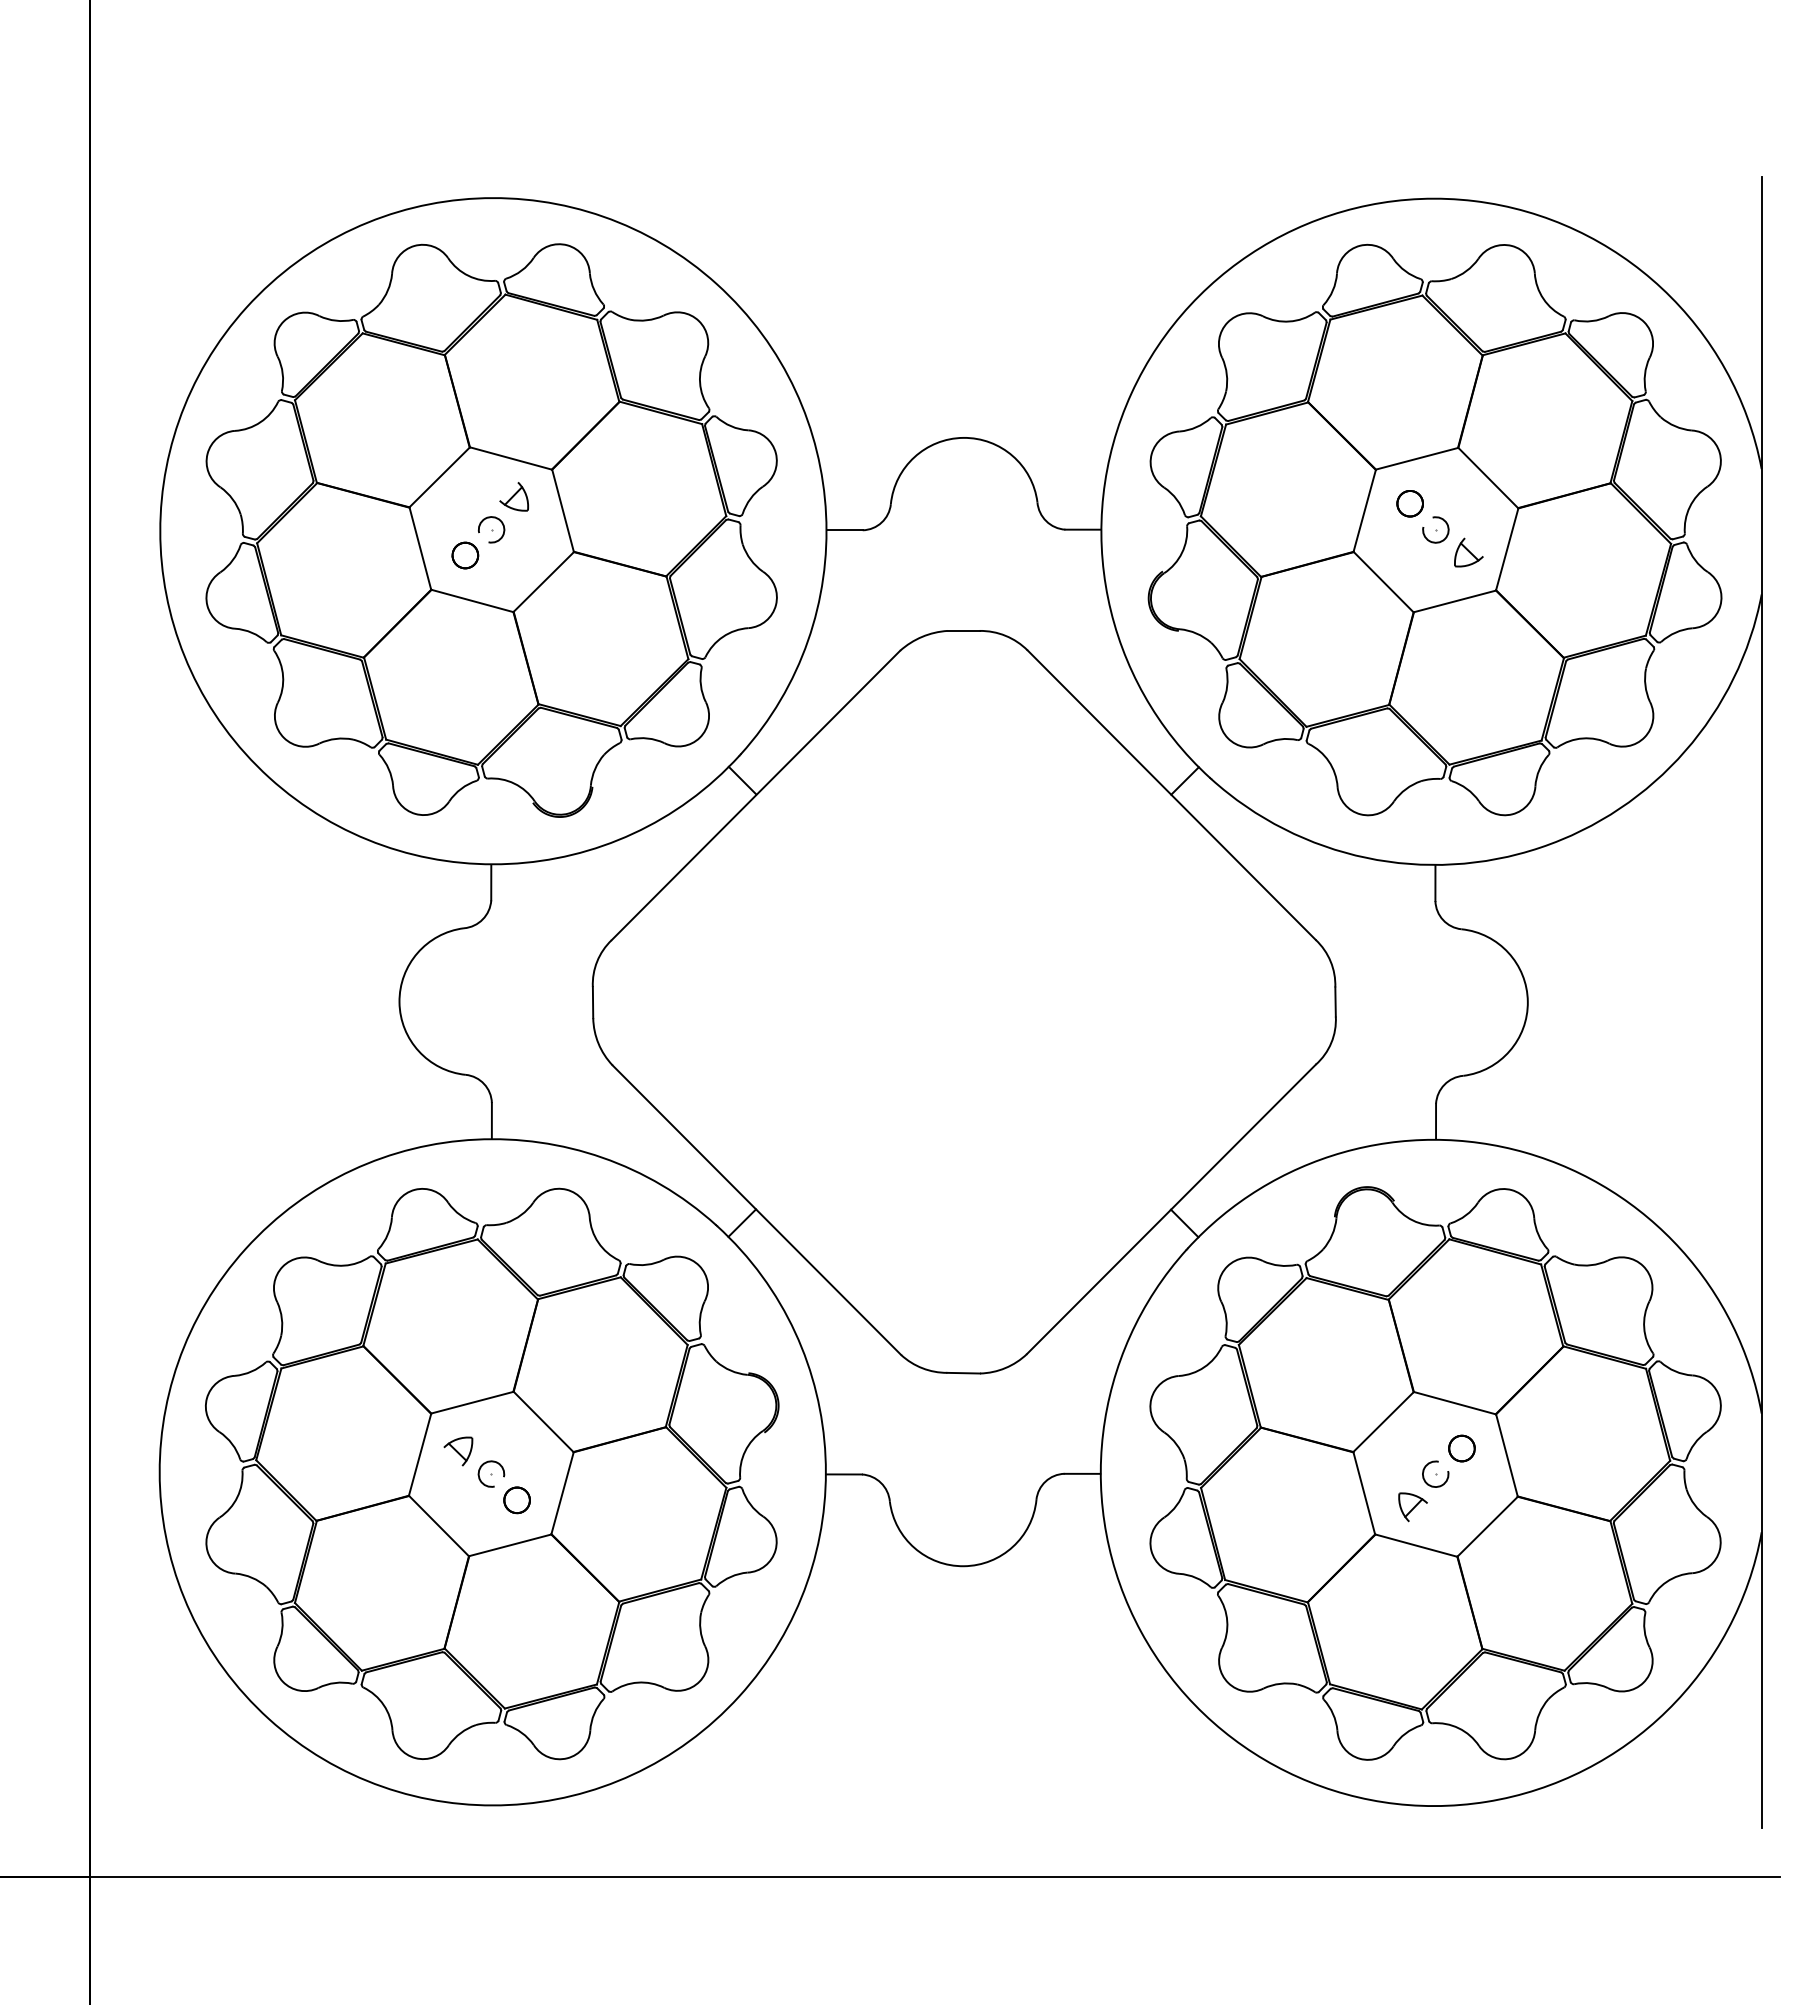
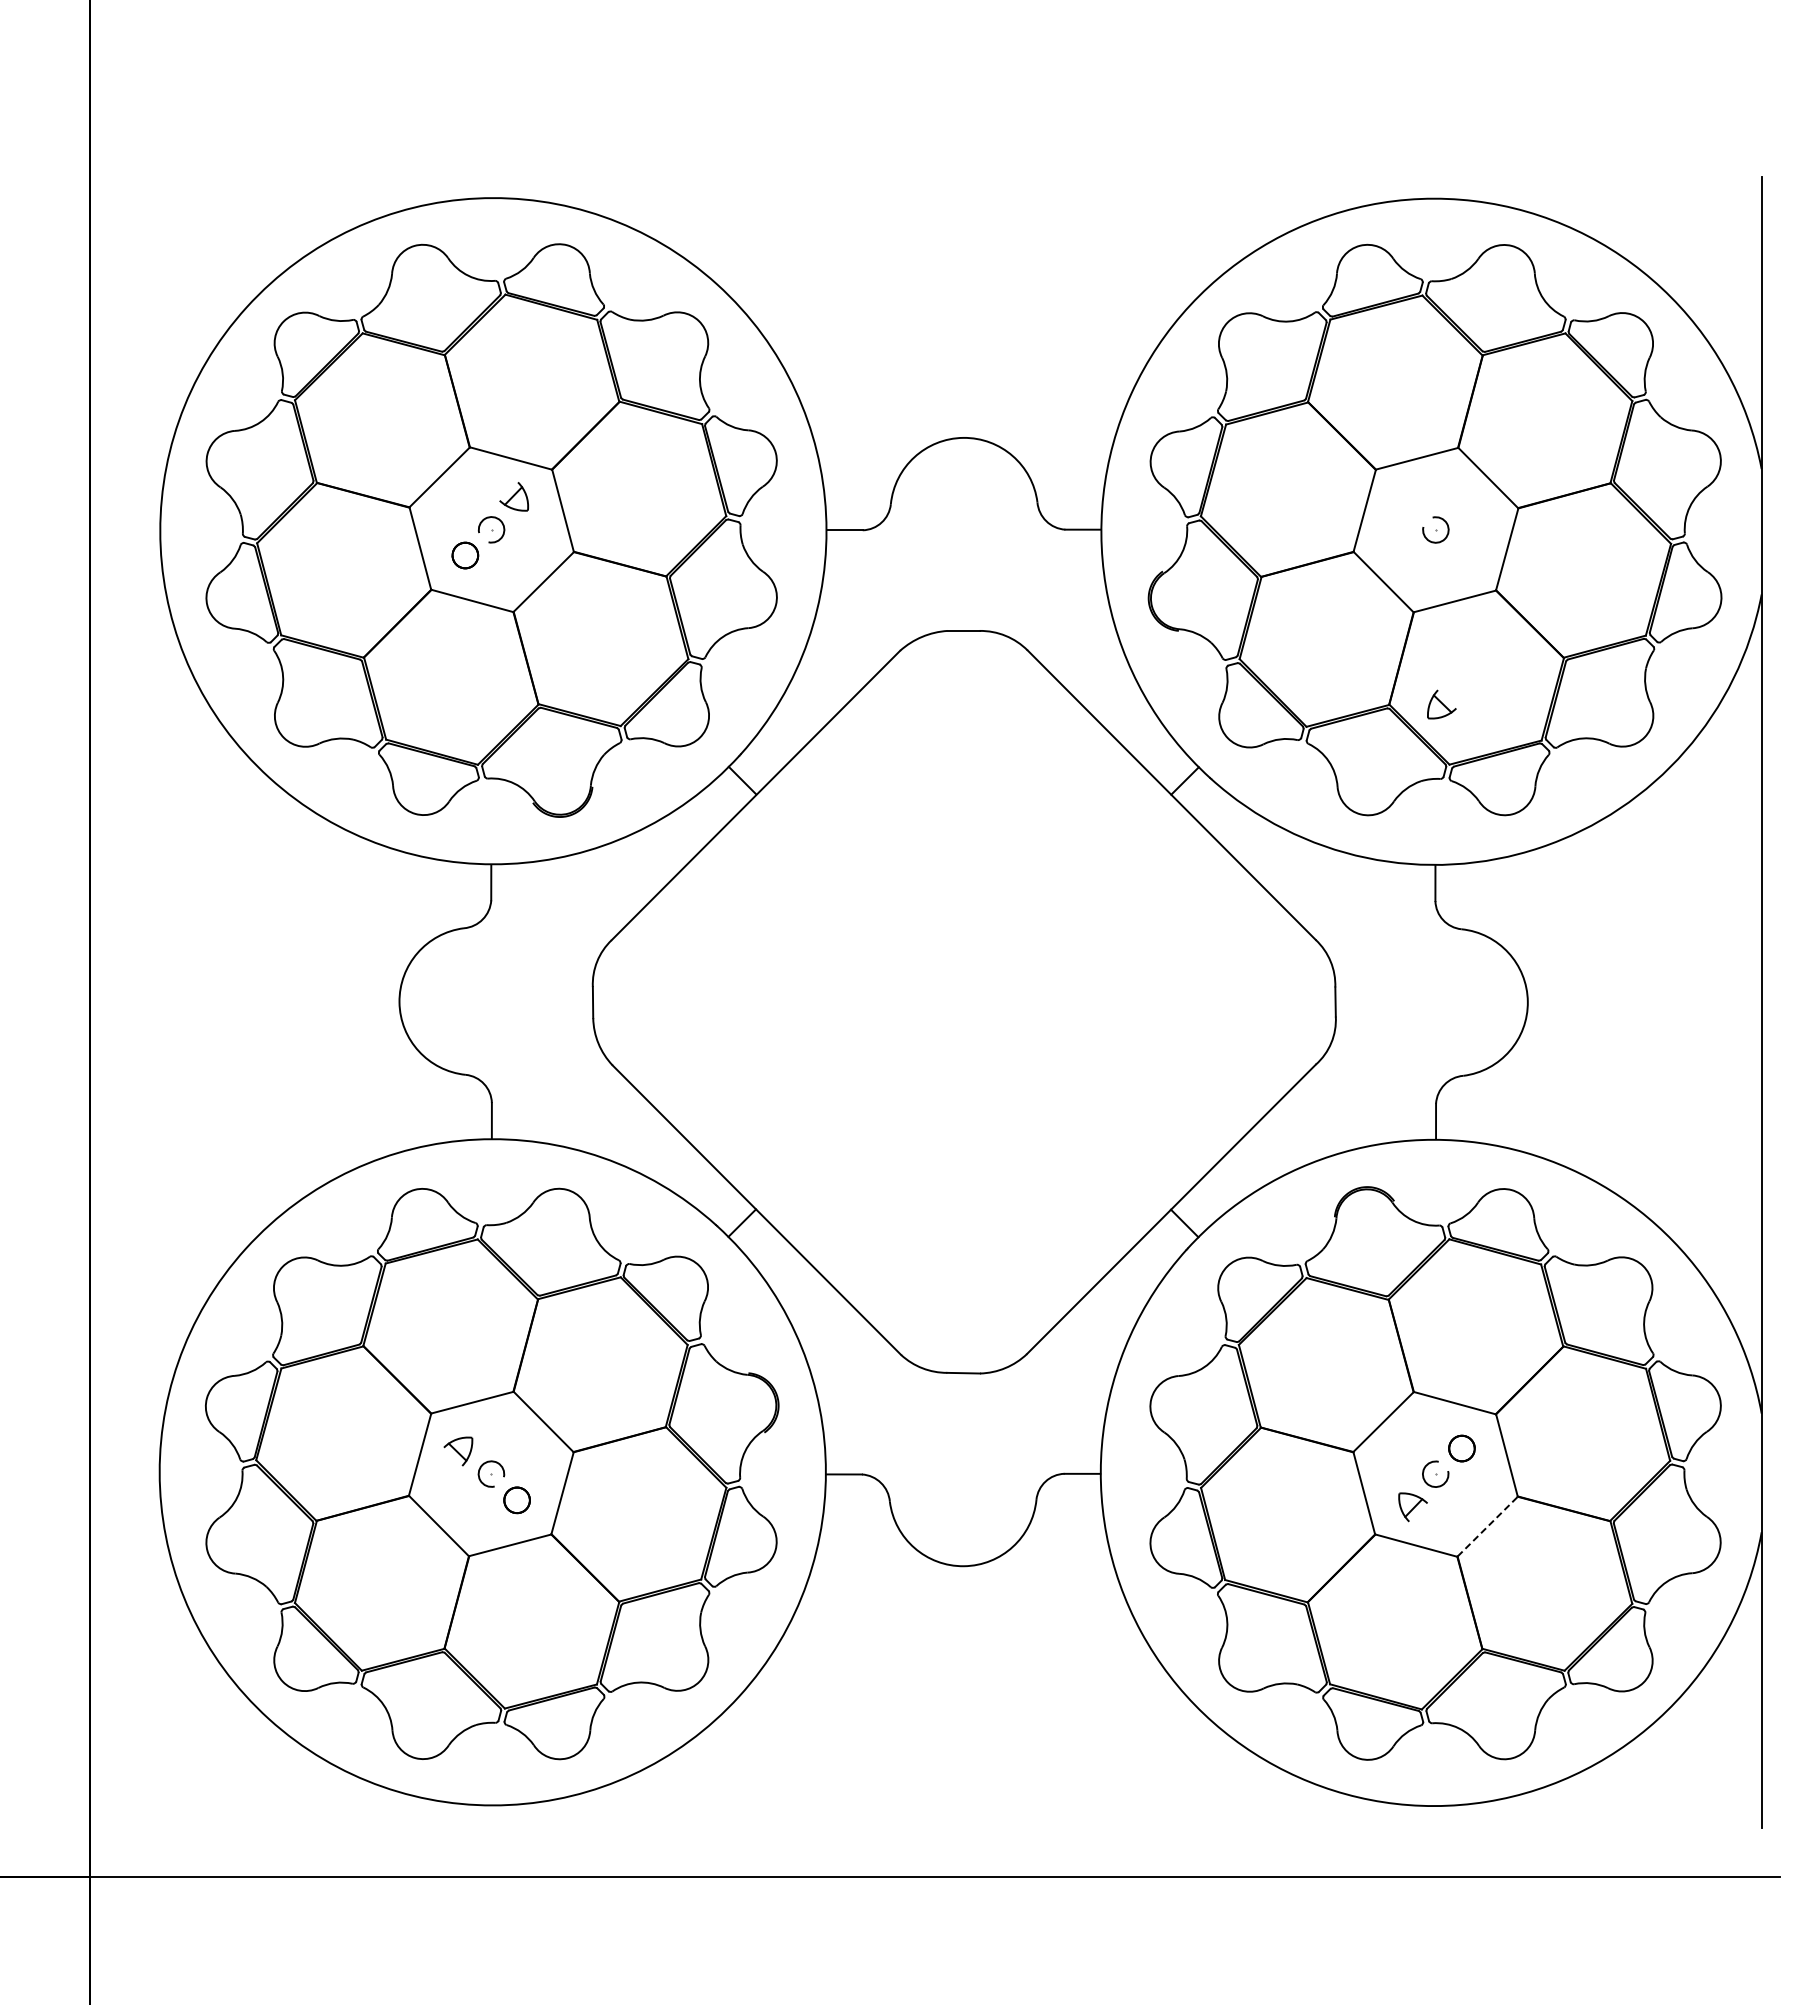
circle at (1409, 503): present -> none
part at (1468, 552) position: (1468, 552) -> (1441, 704)
line at (1488, 1526): solid -> dashed
